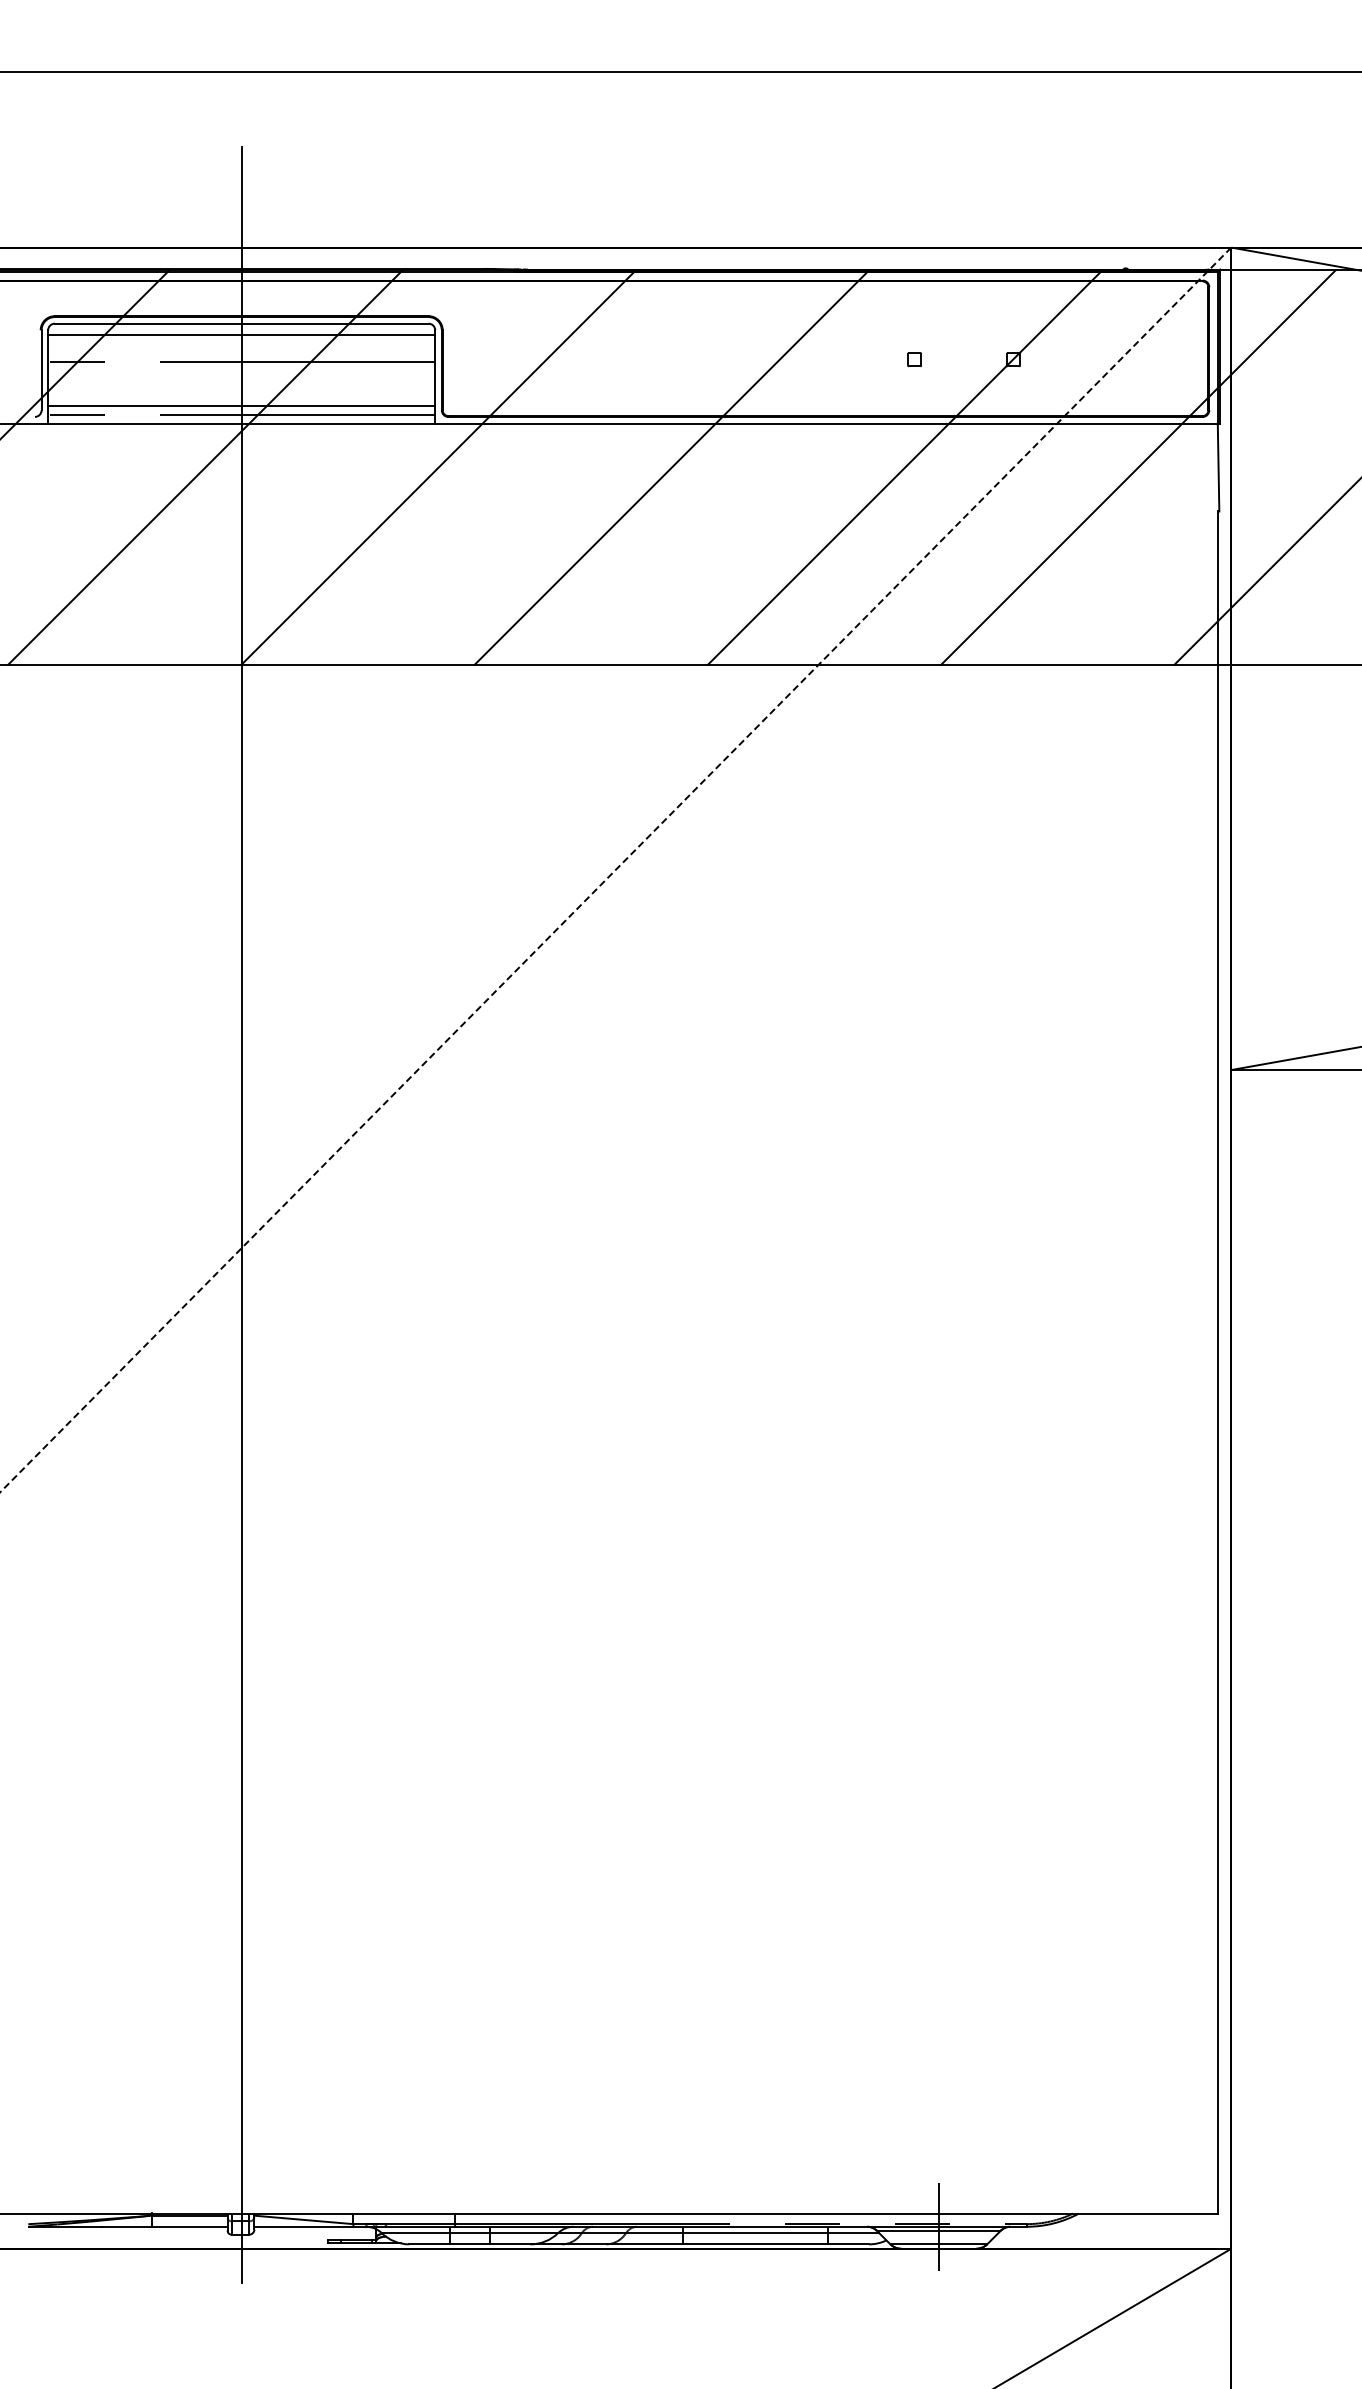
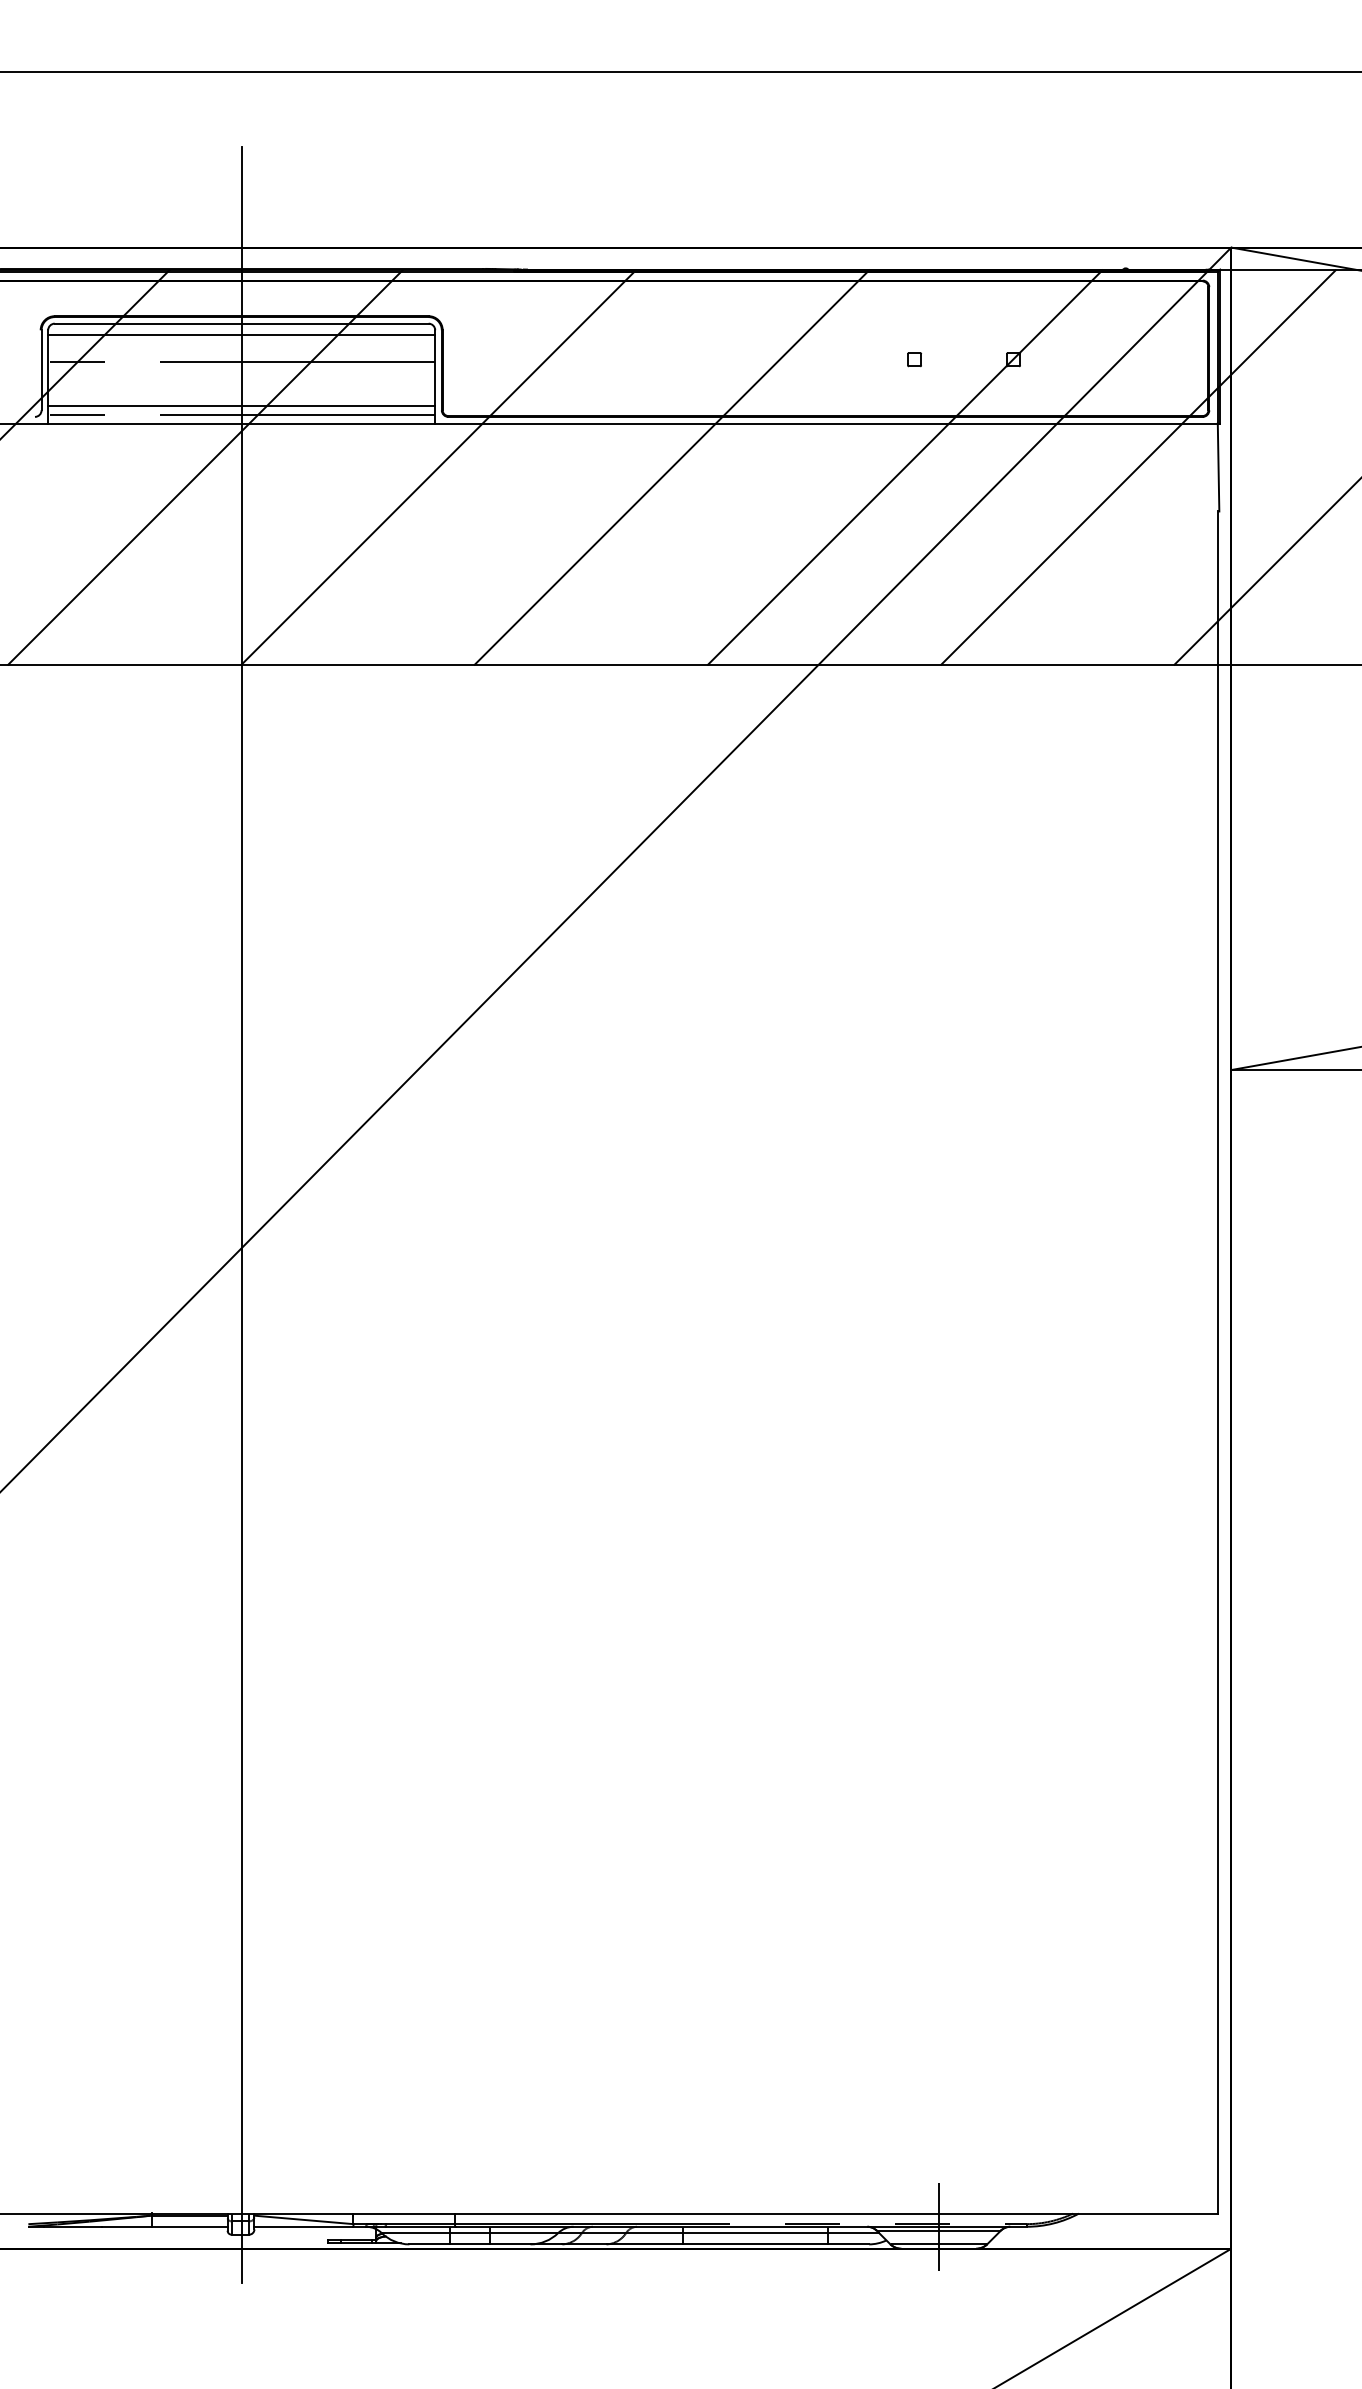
line at (615, 870): dashed -> solid
